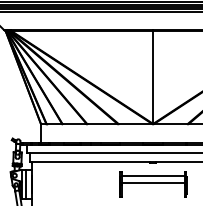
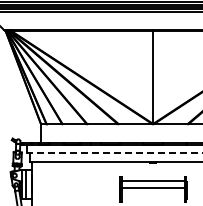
line at (114, 153): solid -> dashed
part at (153, 184) position: (153, 184) -> (153, 189)
